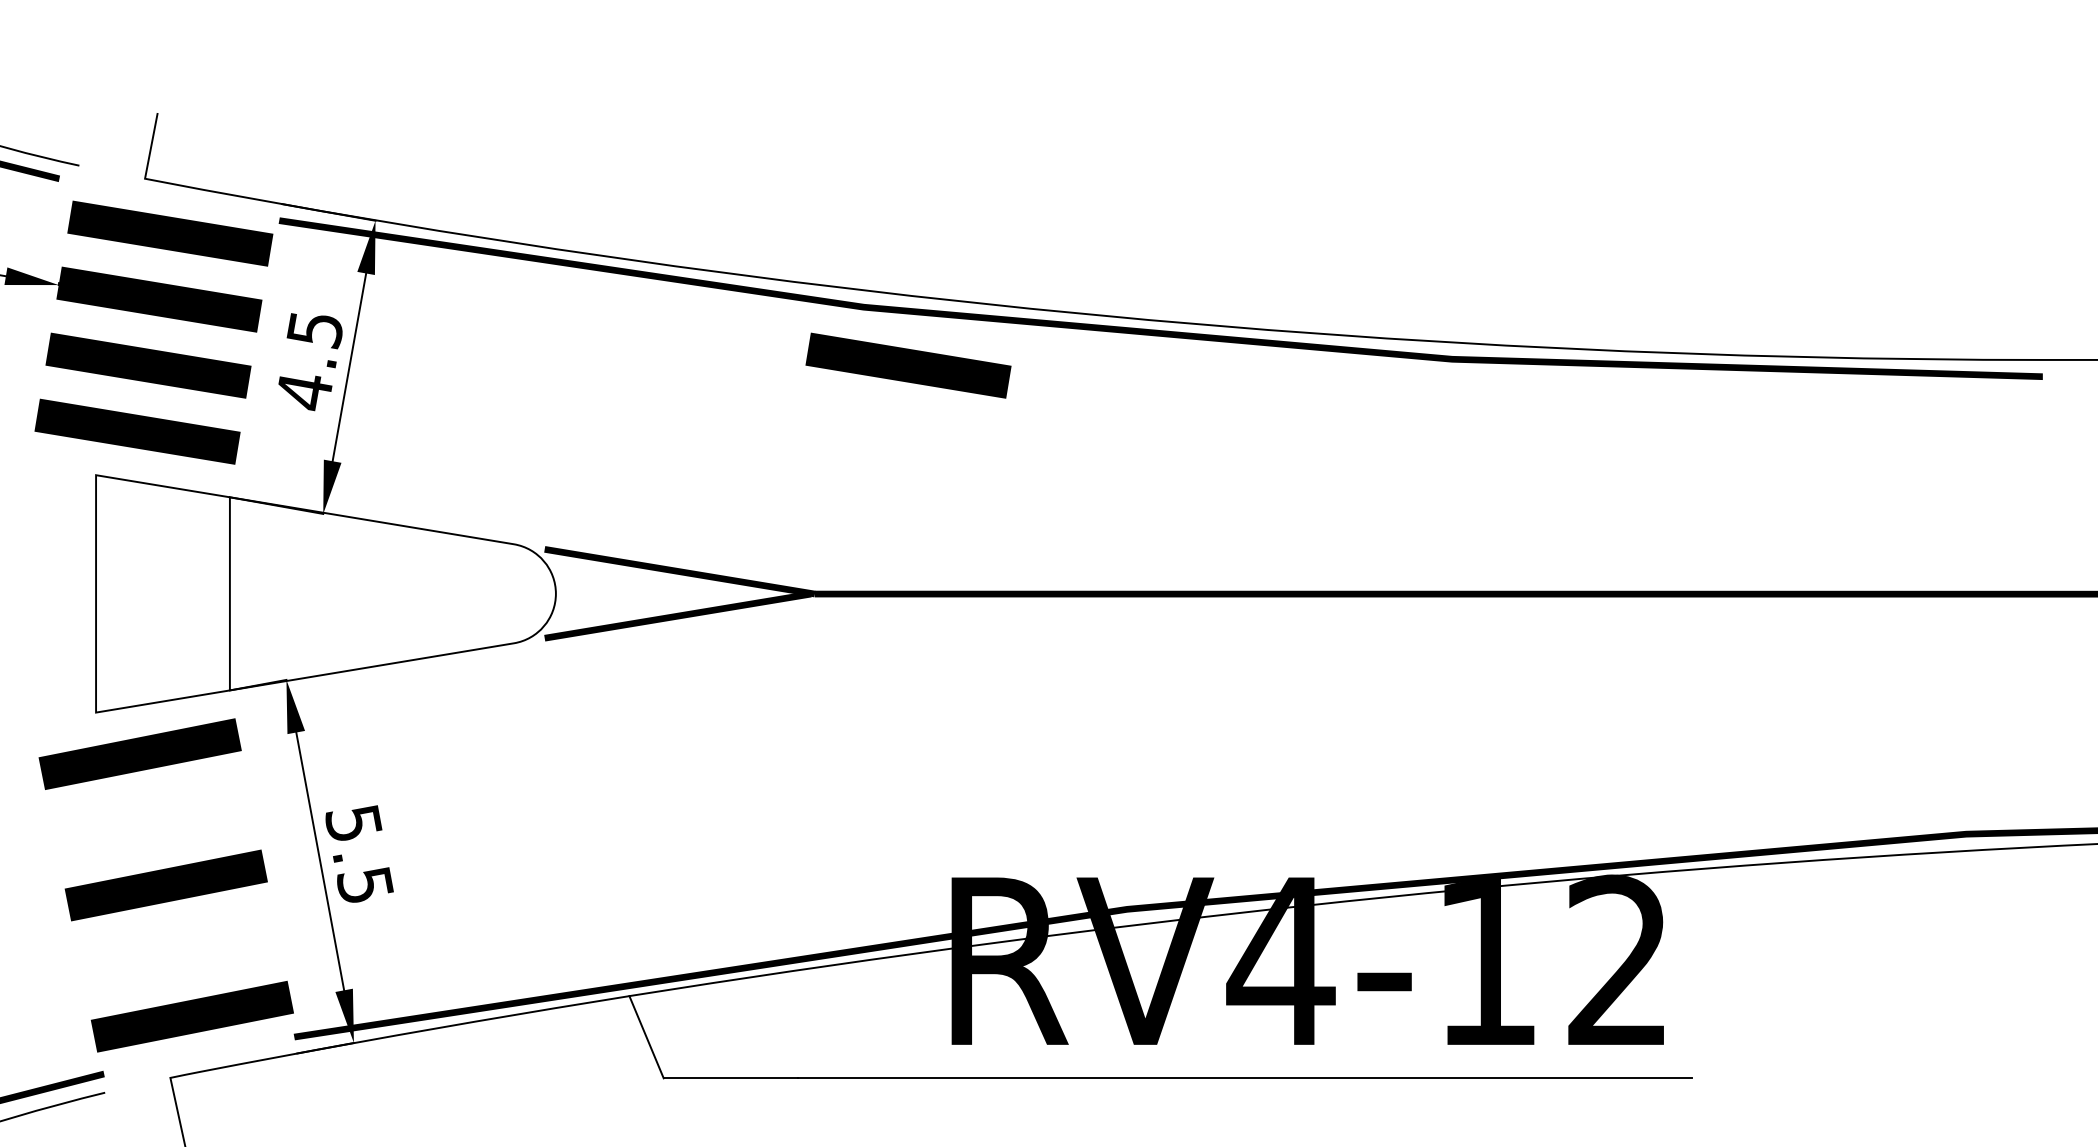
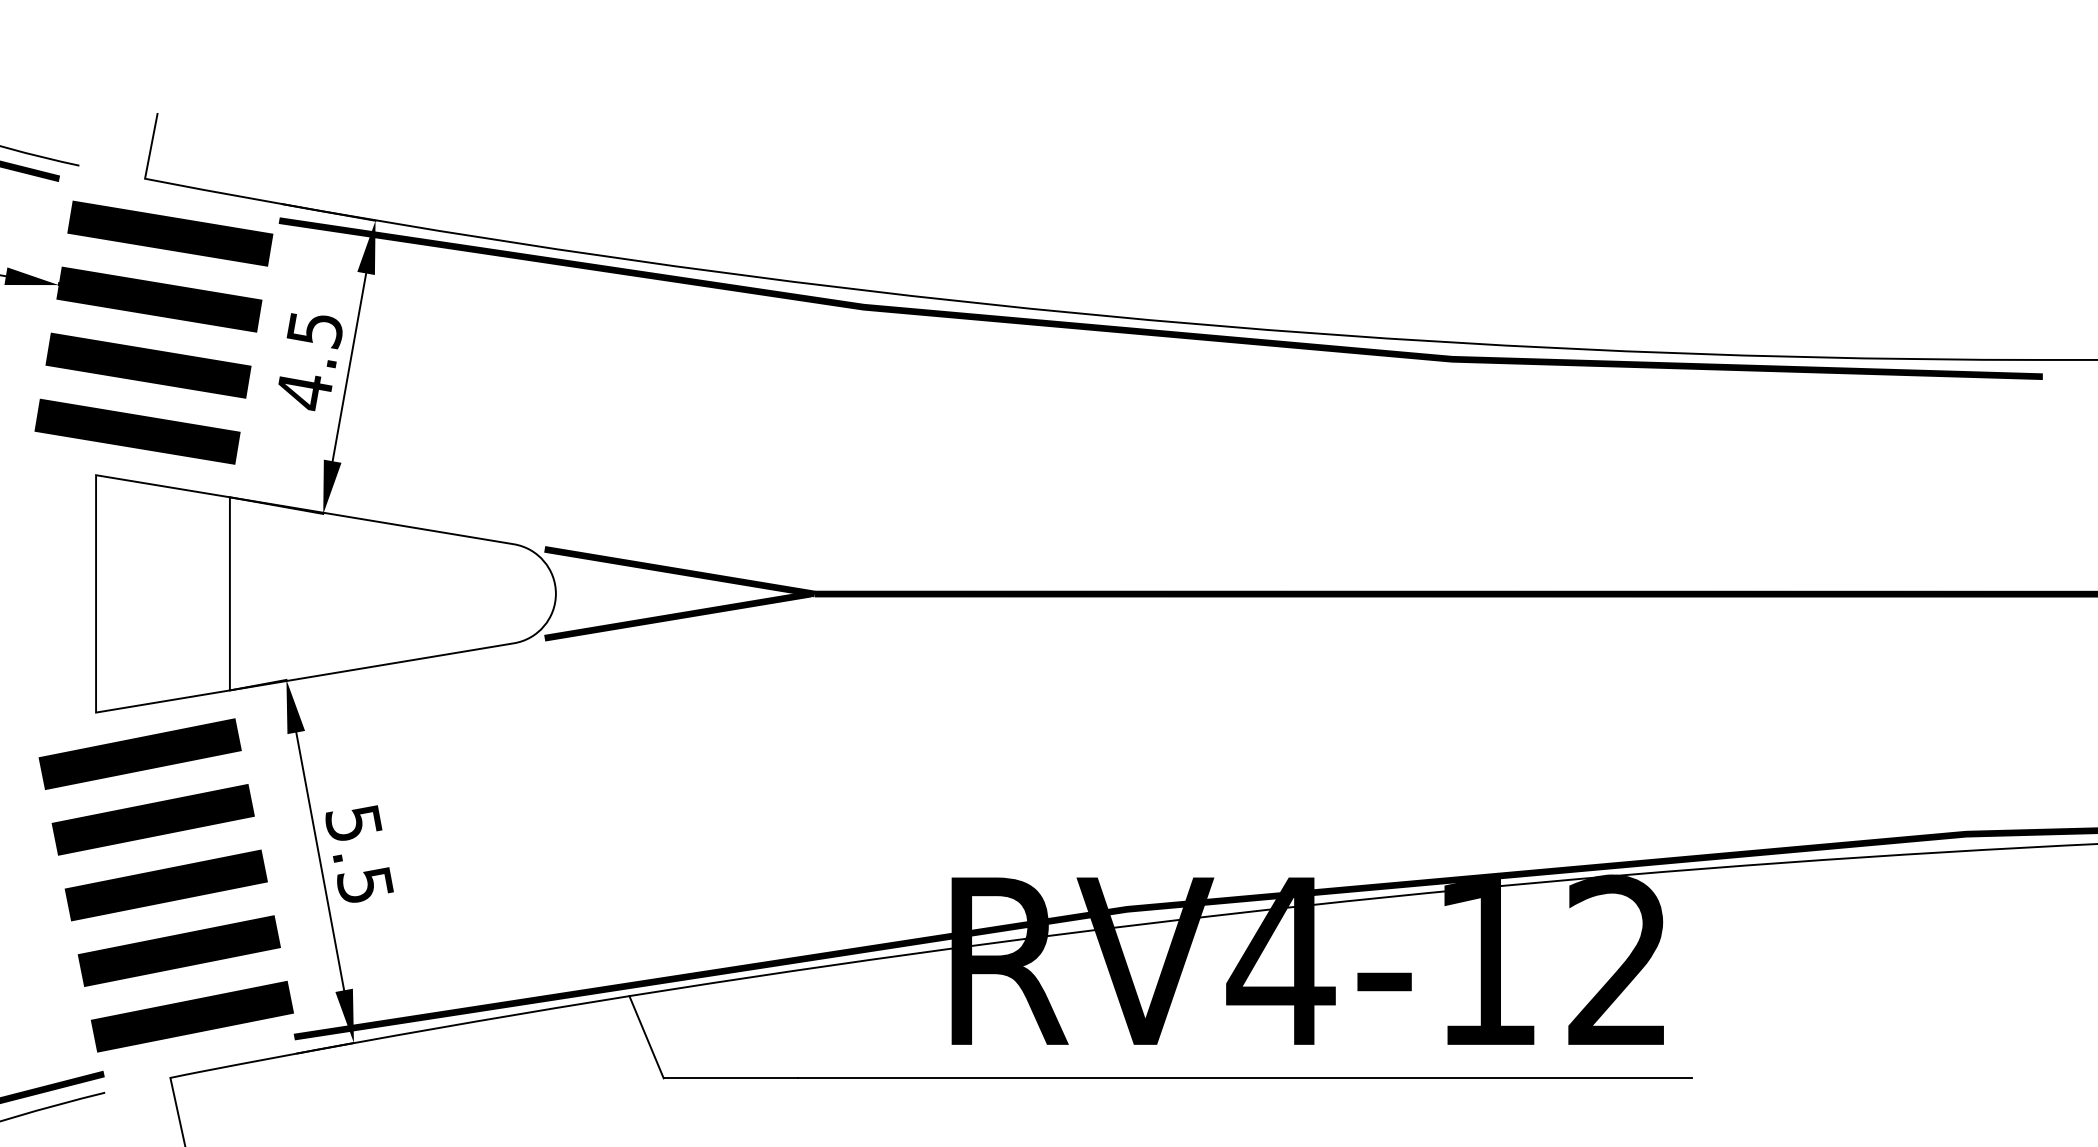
line at (908, 365): present -> none
line at (152, 819): none -> present
line at (178, 950): none -> present
